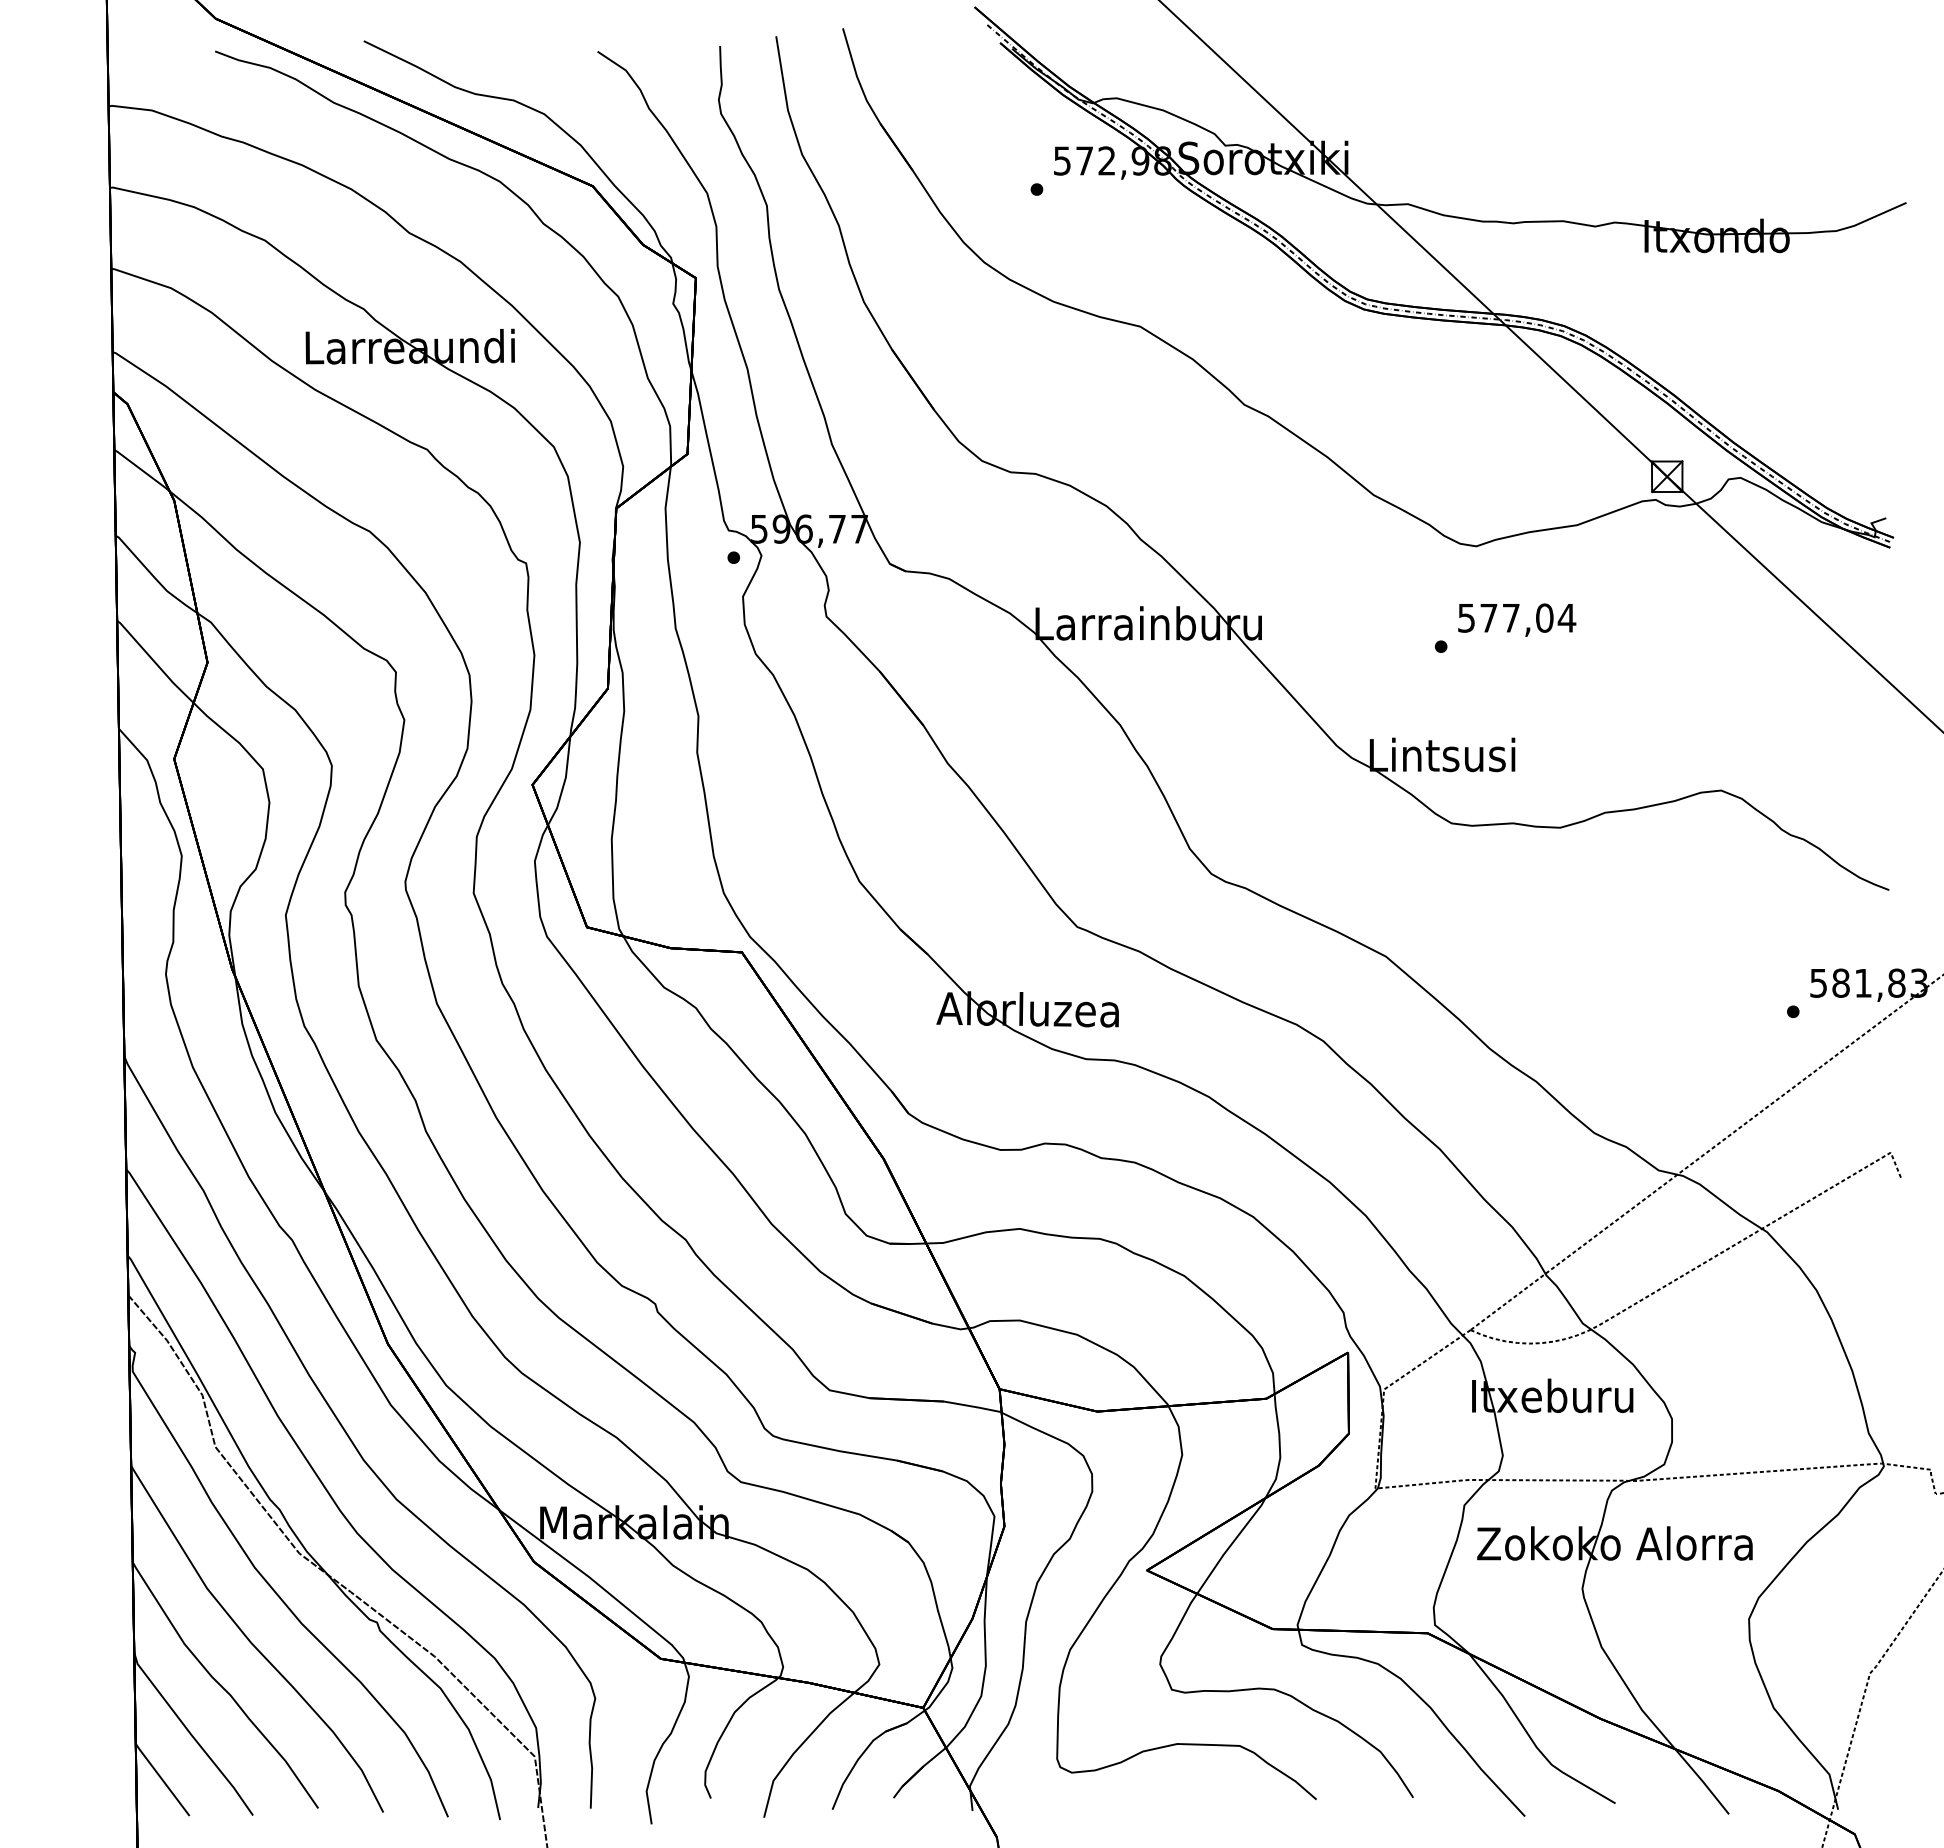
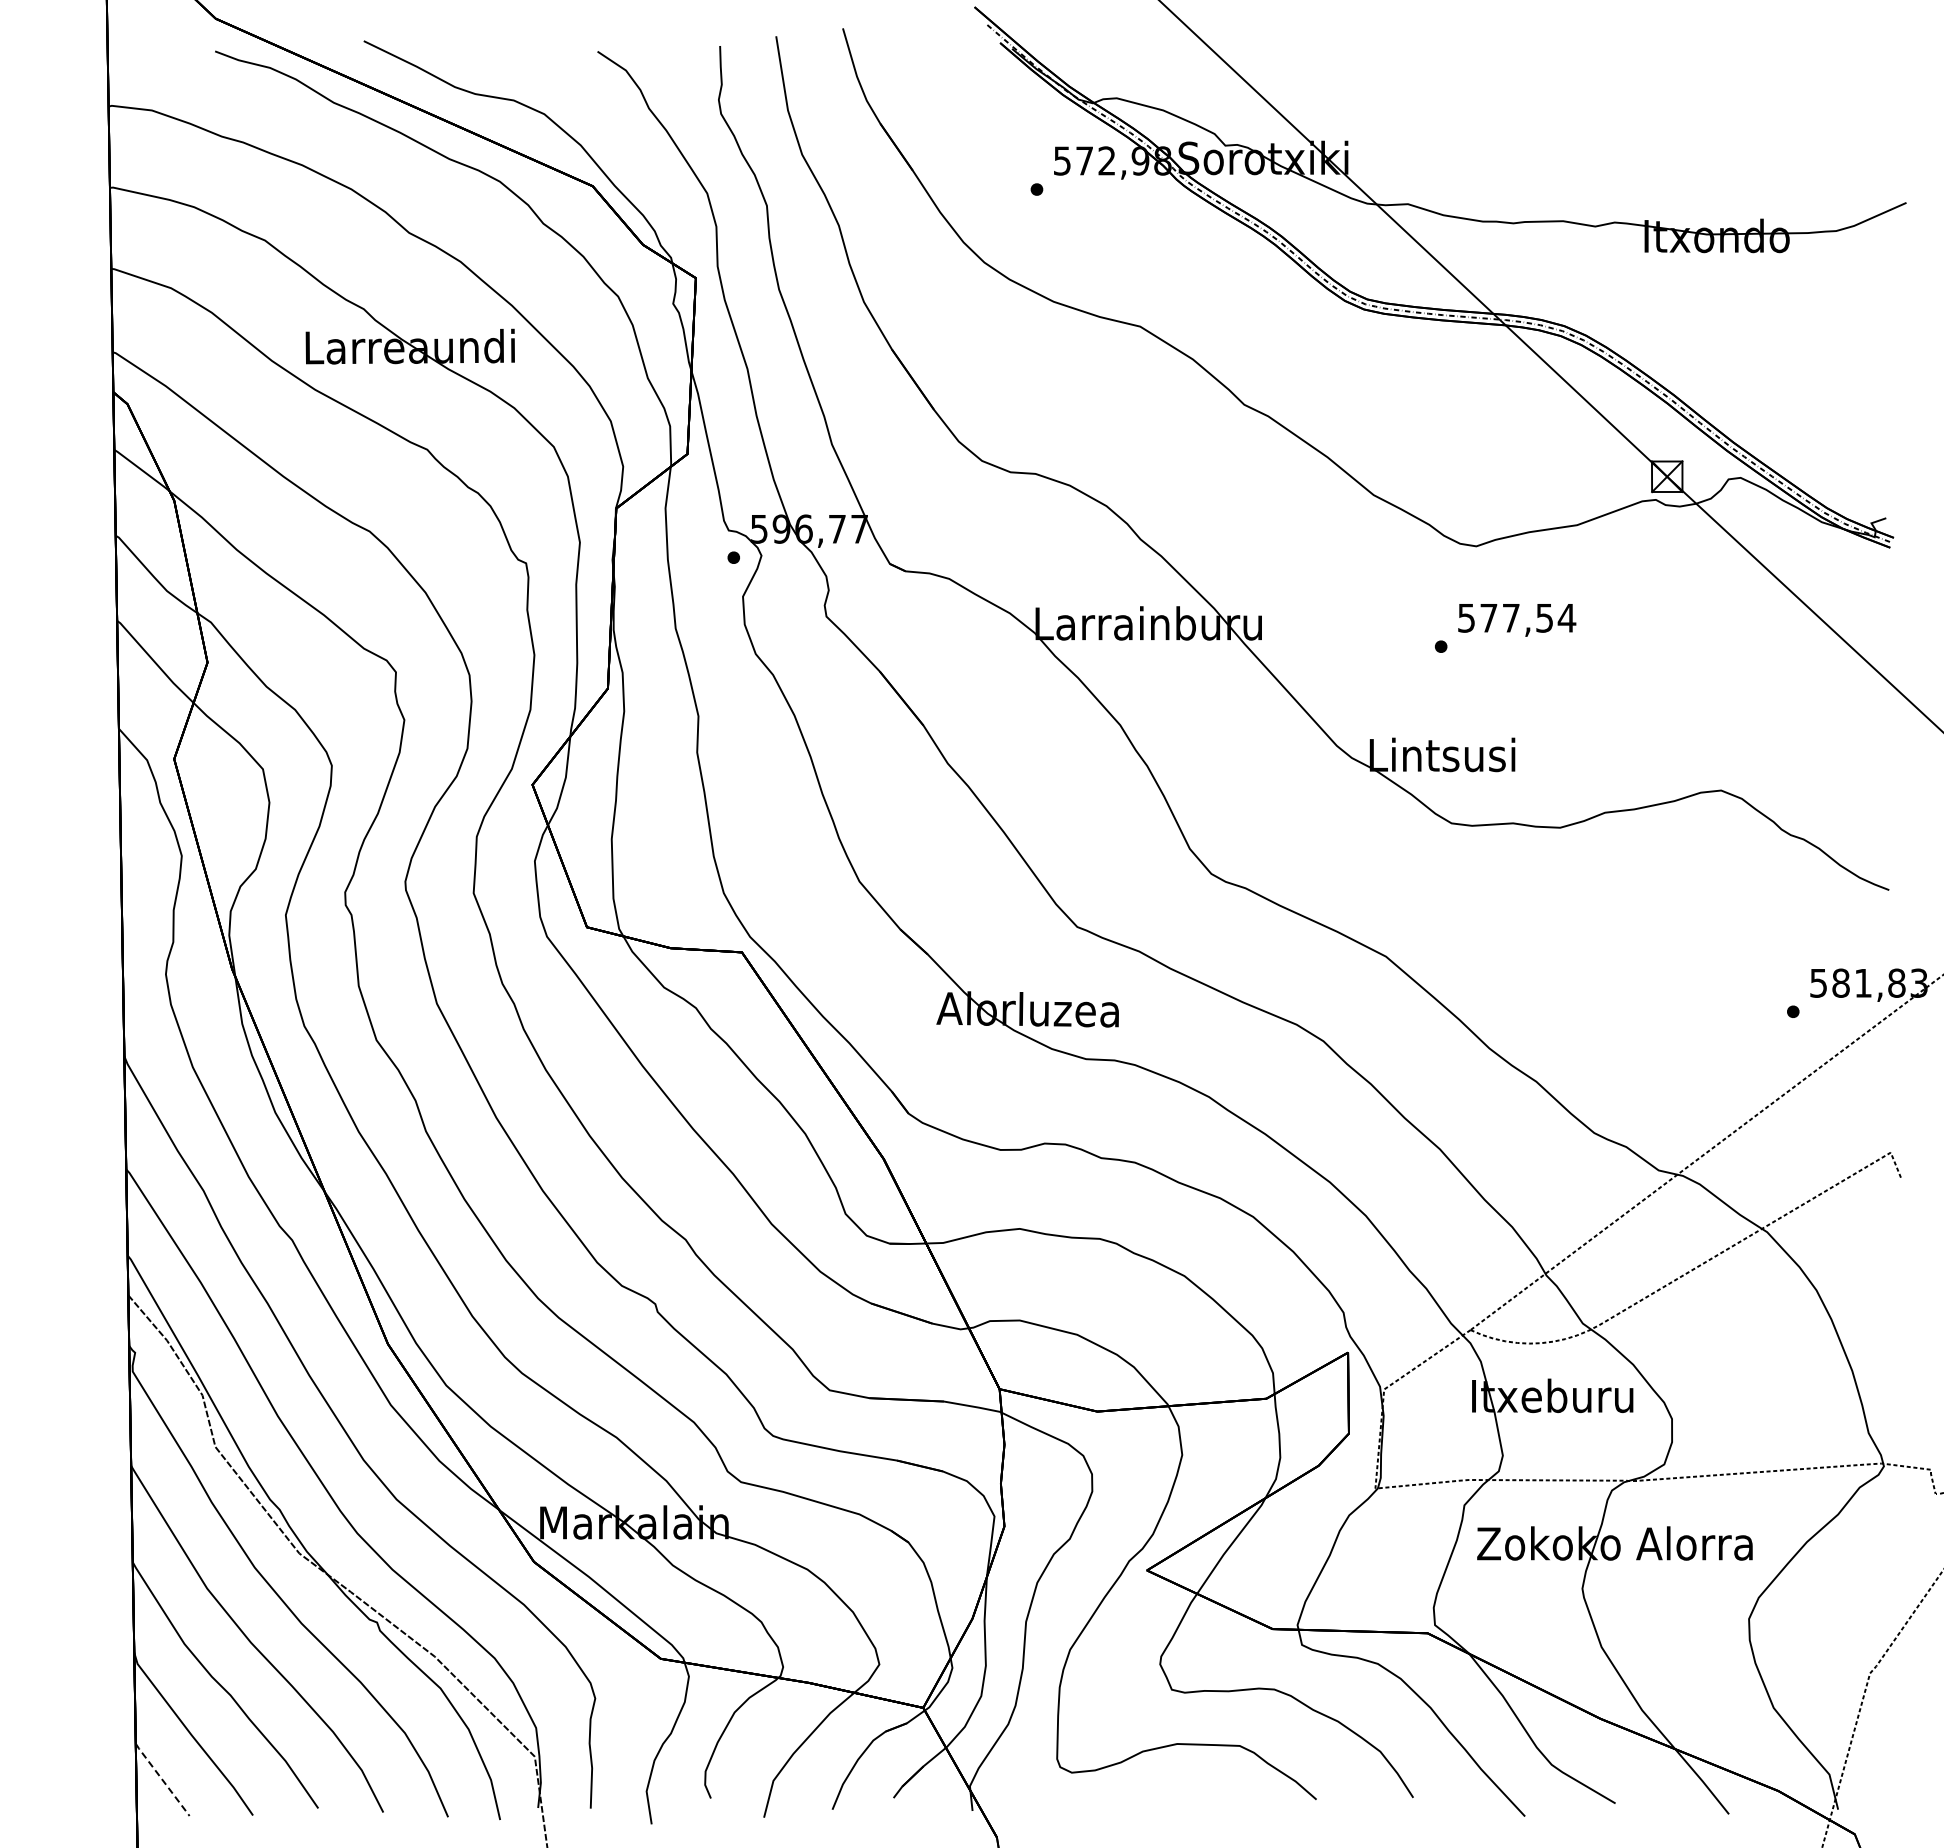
text at (1544, 617): 577,04 -> 577,54
line at (162, 1779): solid -> dashed
